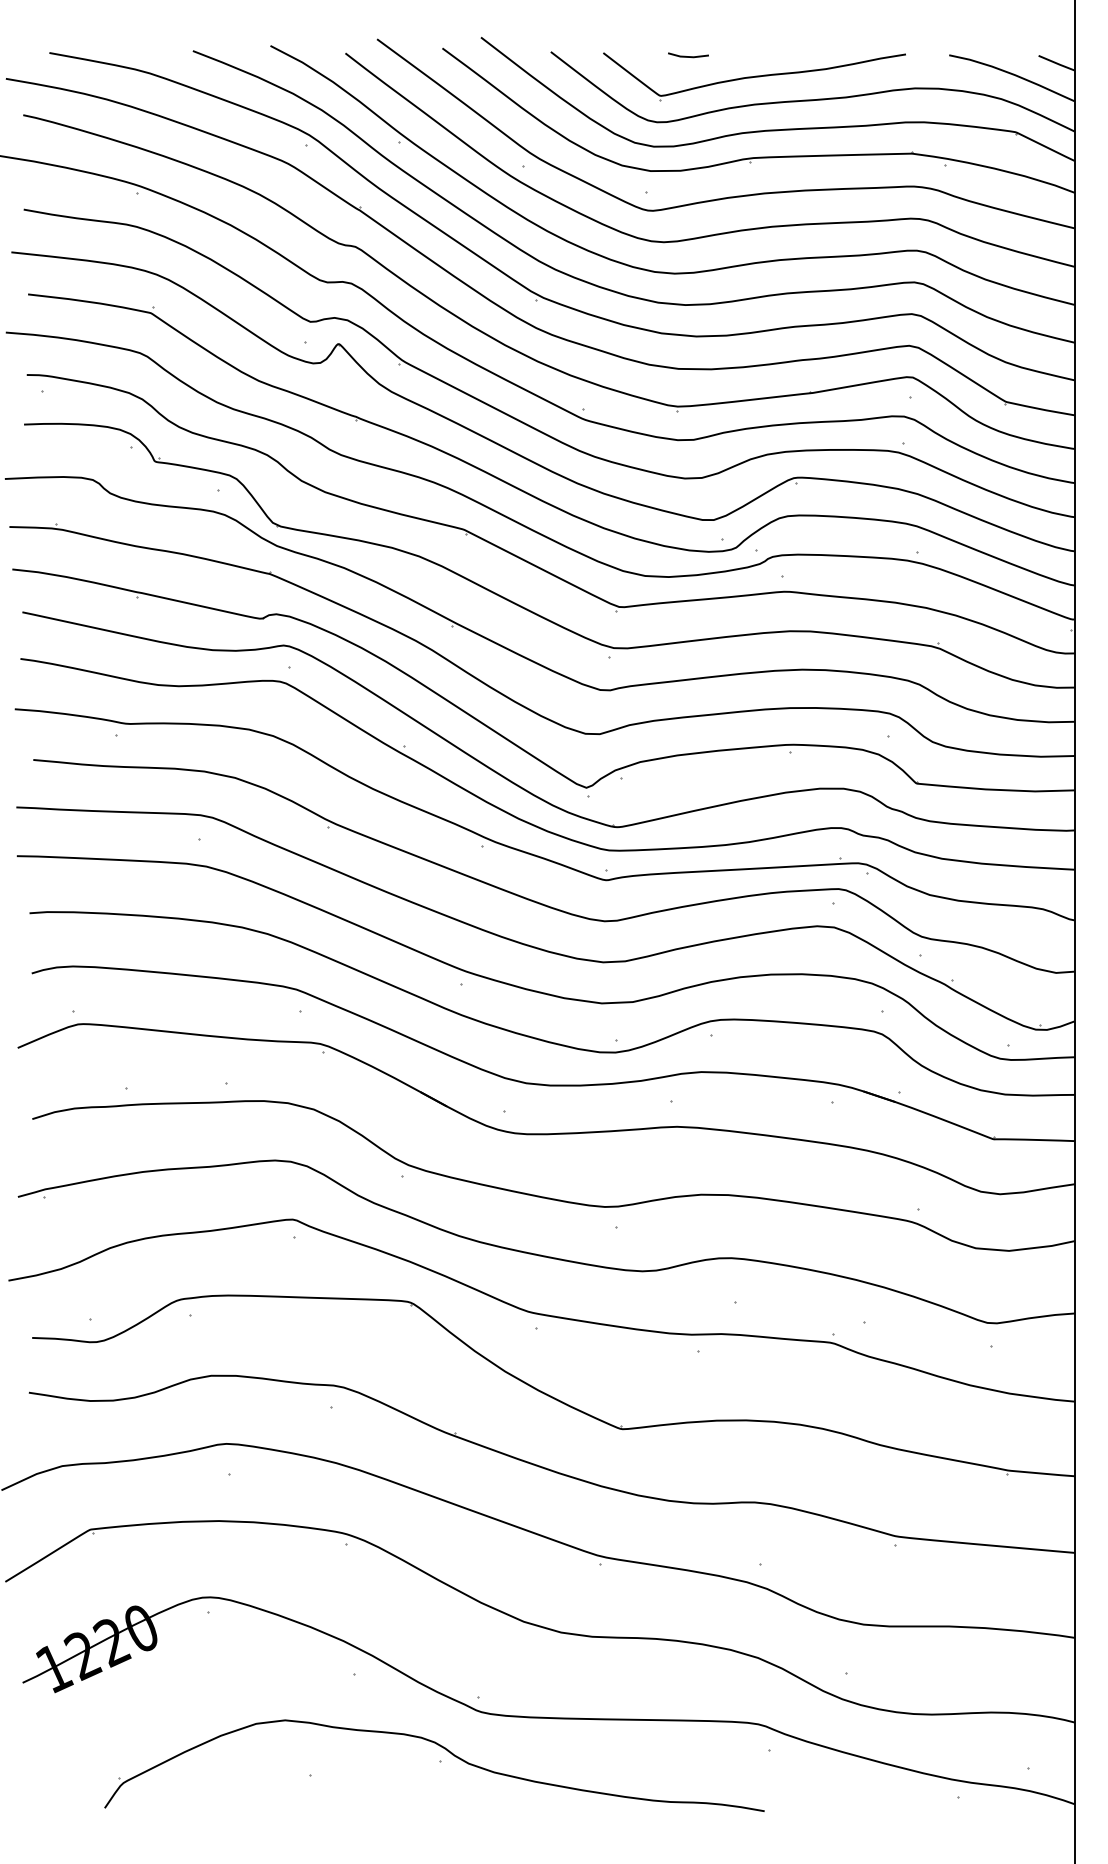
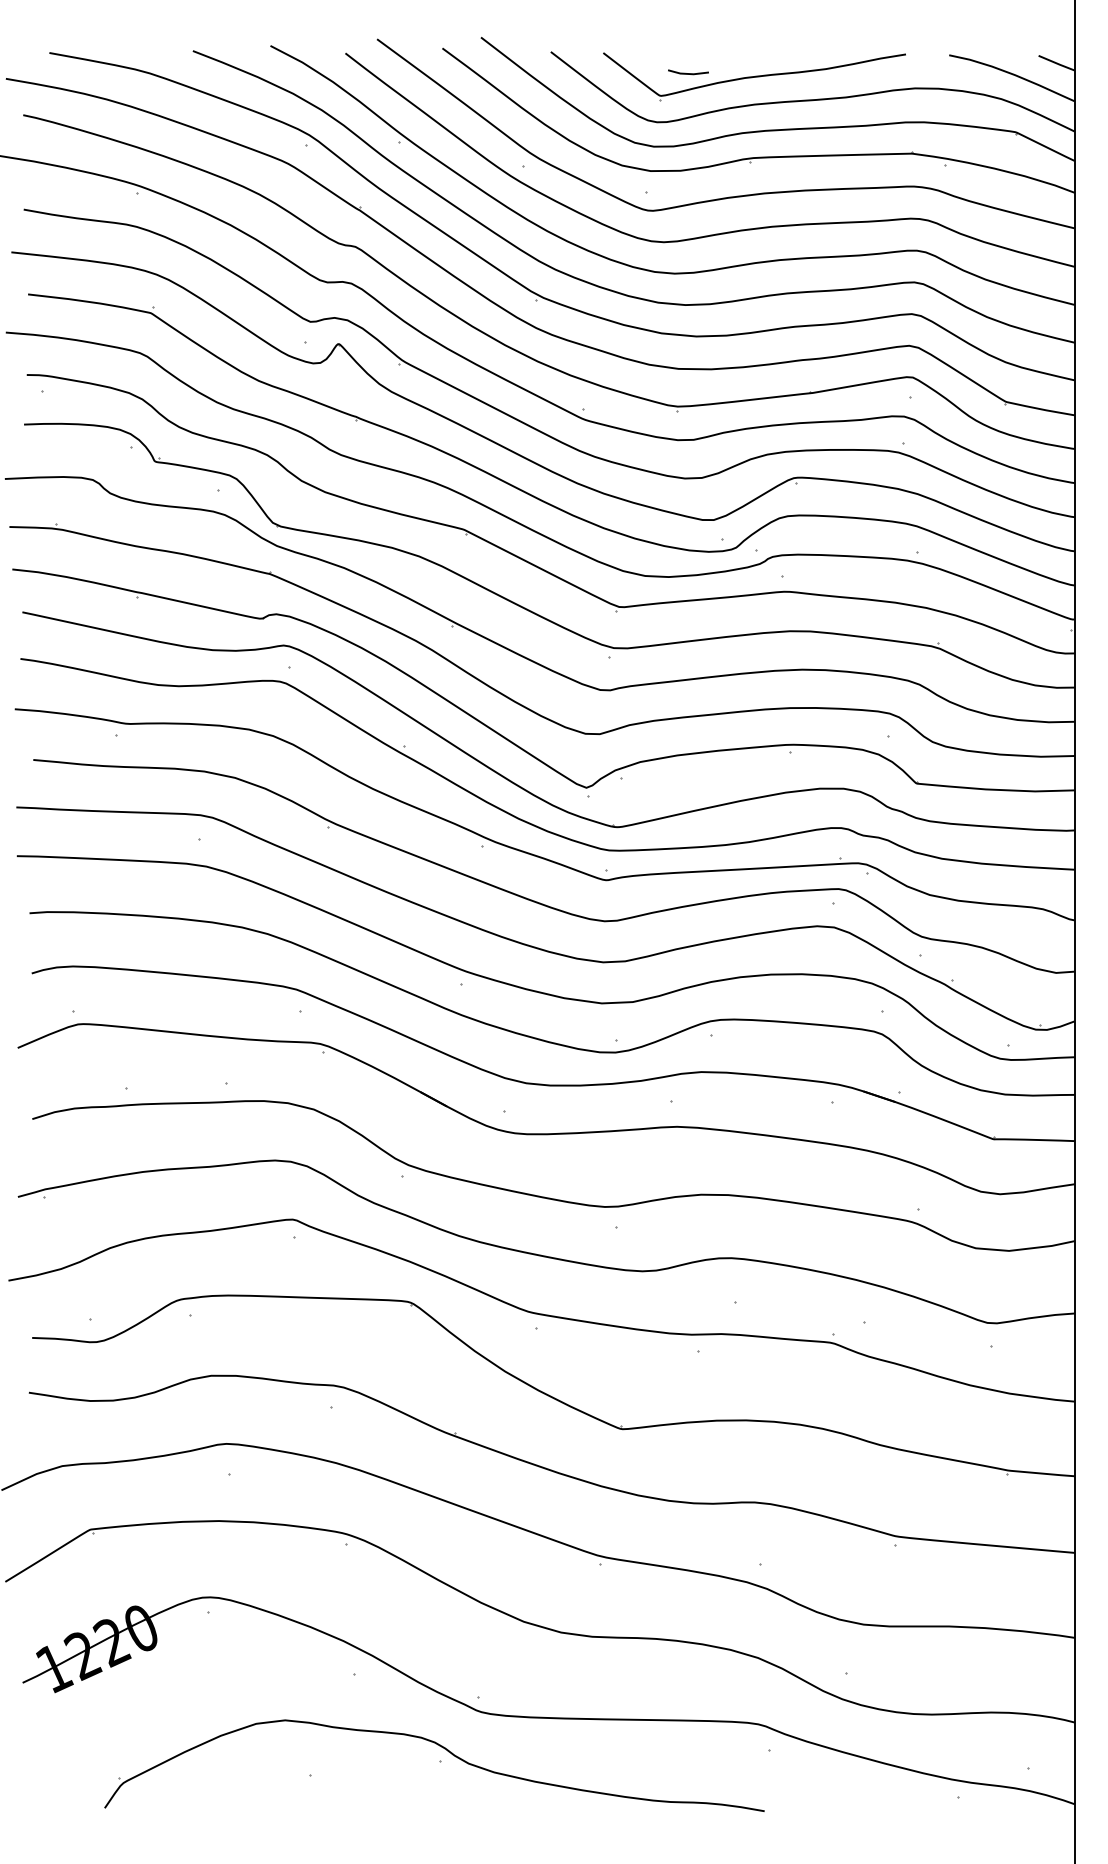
line at (688, 56) position: (688, 56) -> (688, 73)
